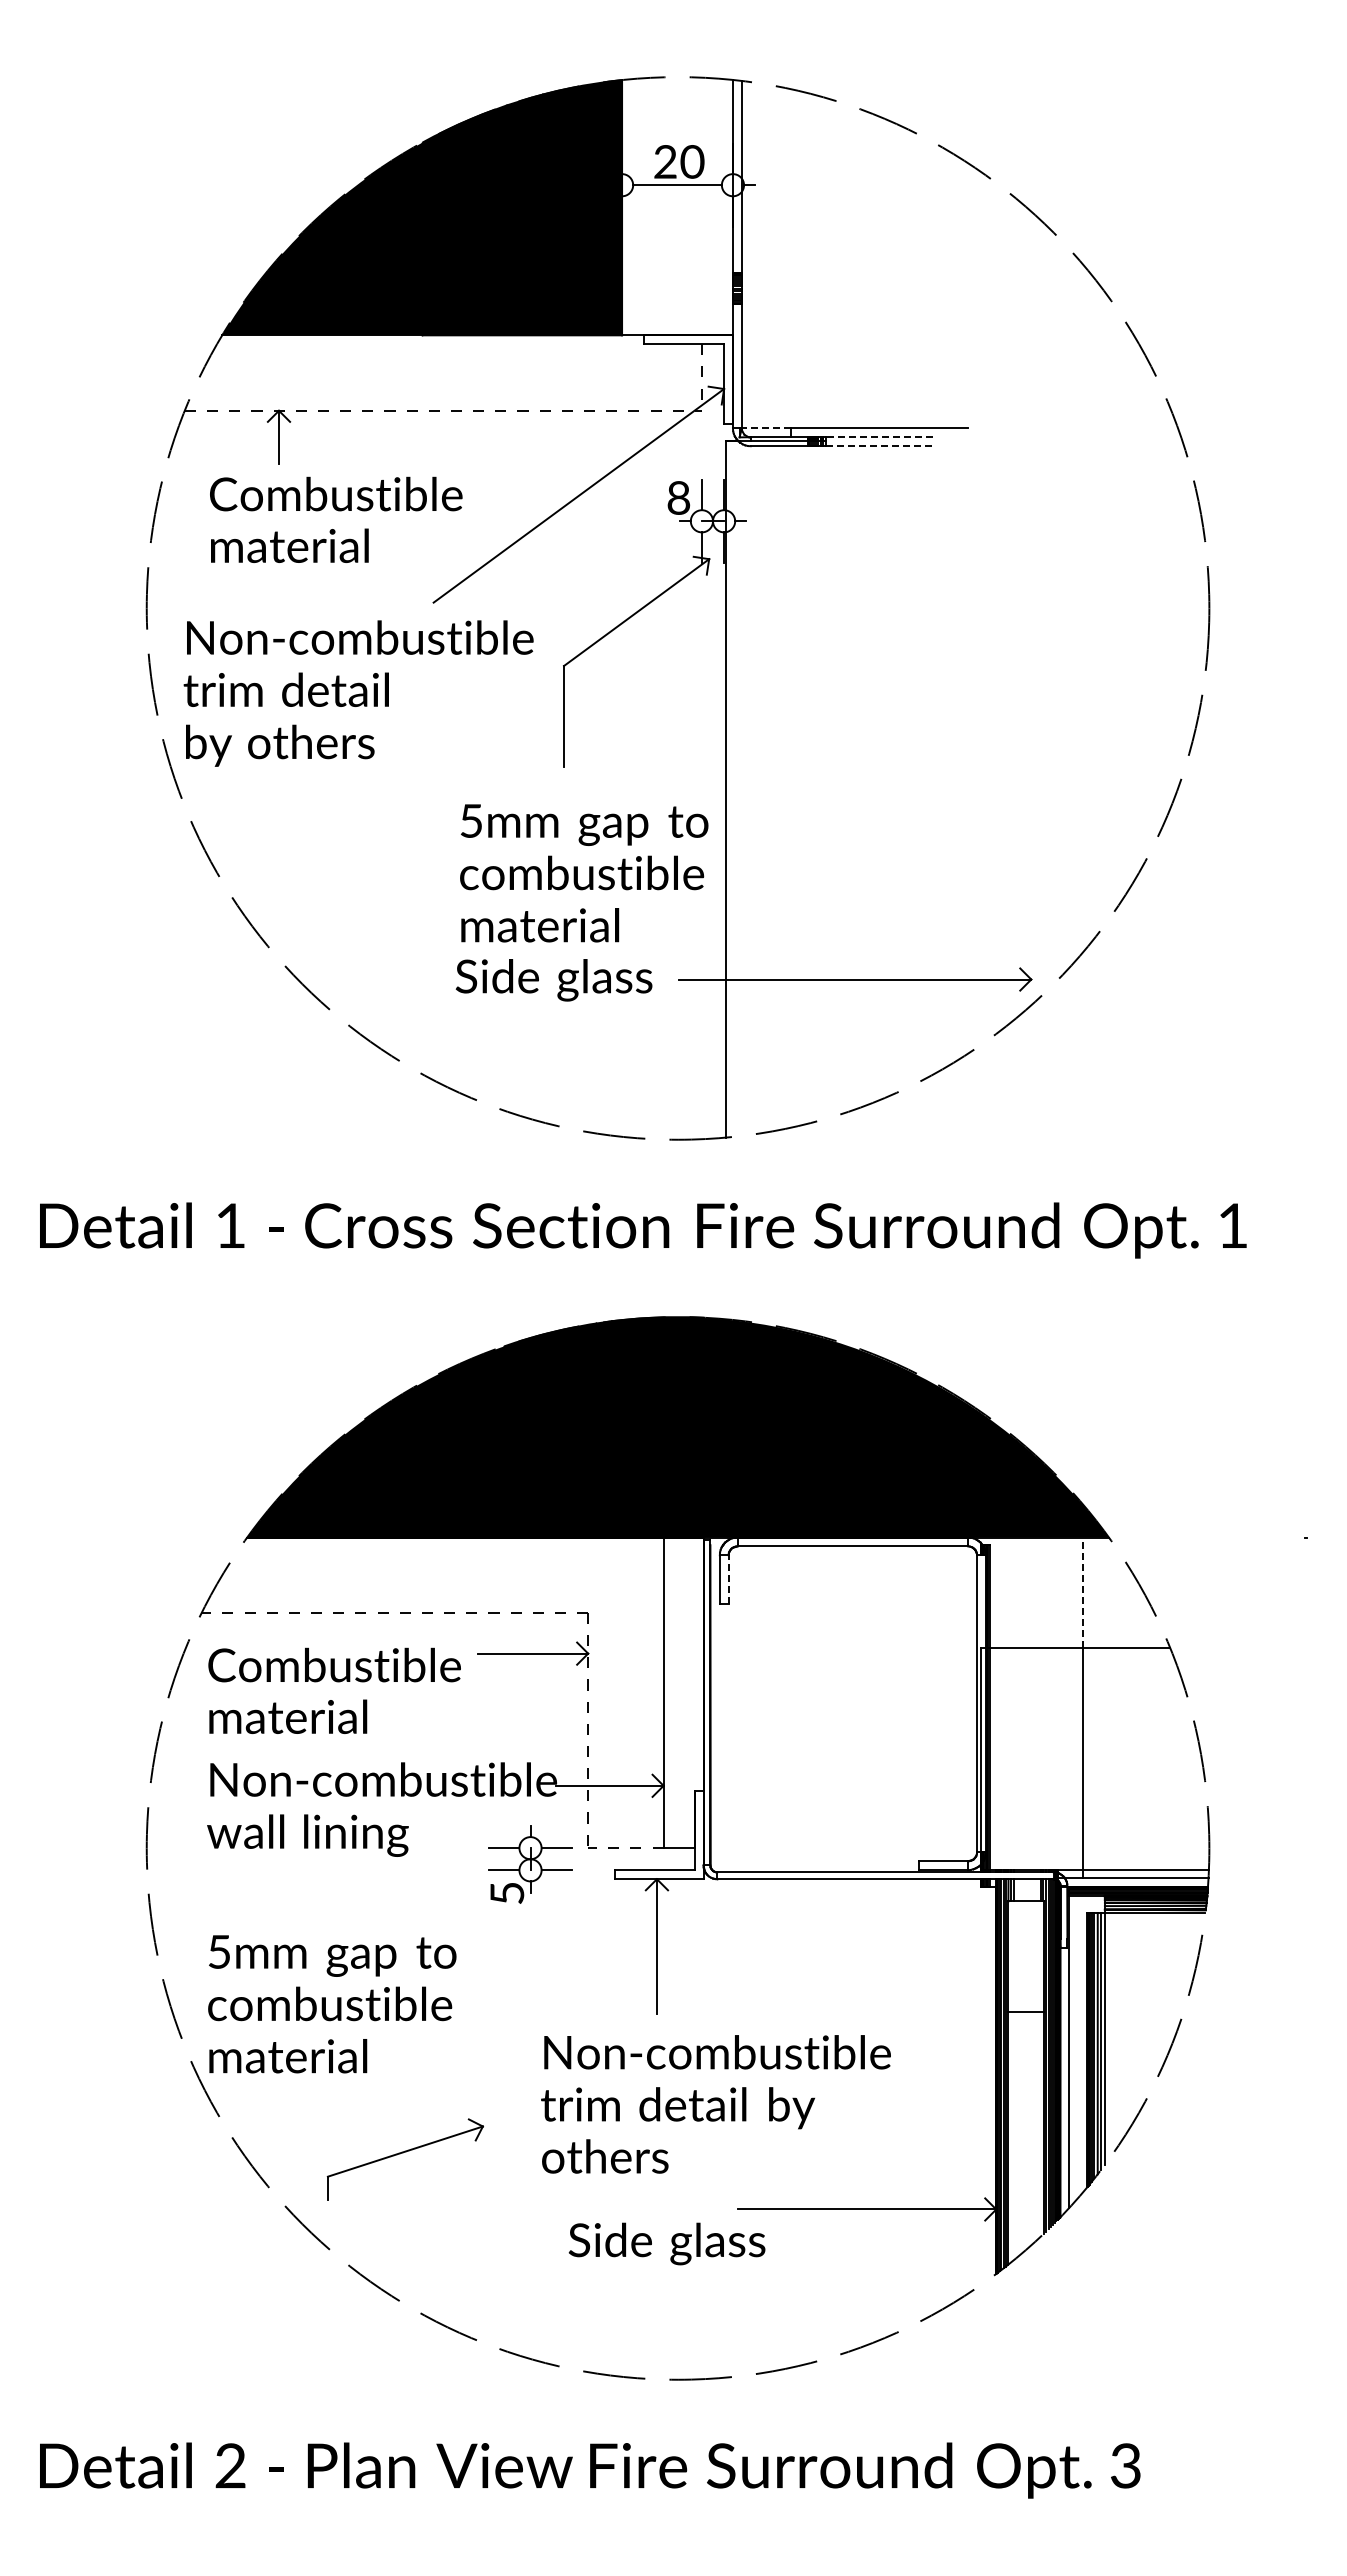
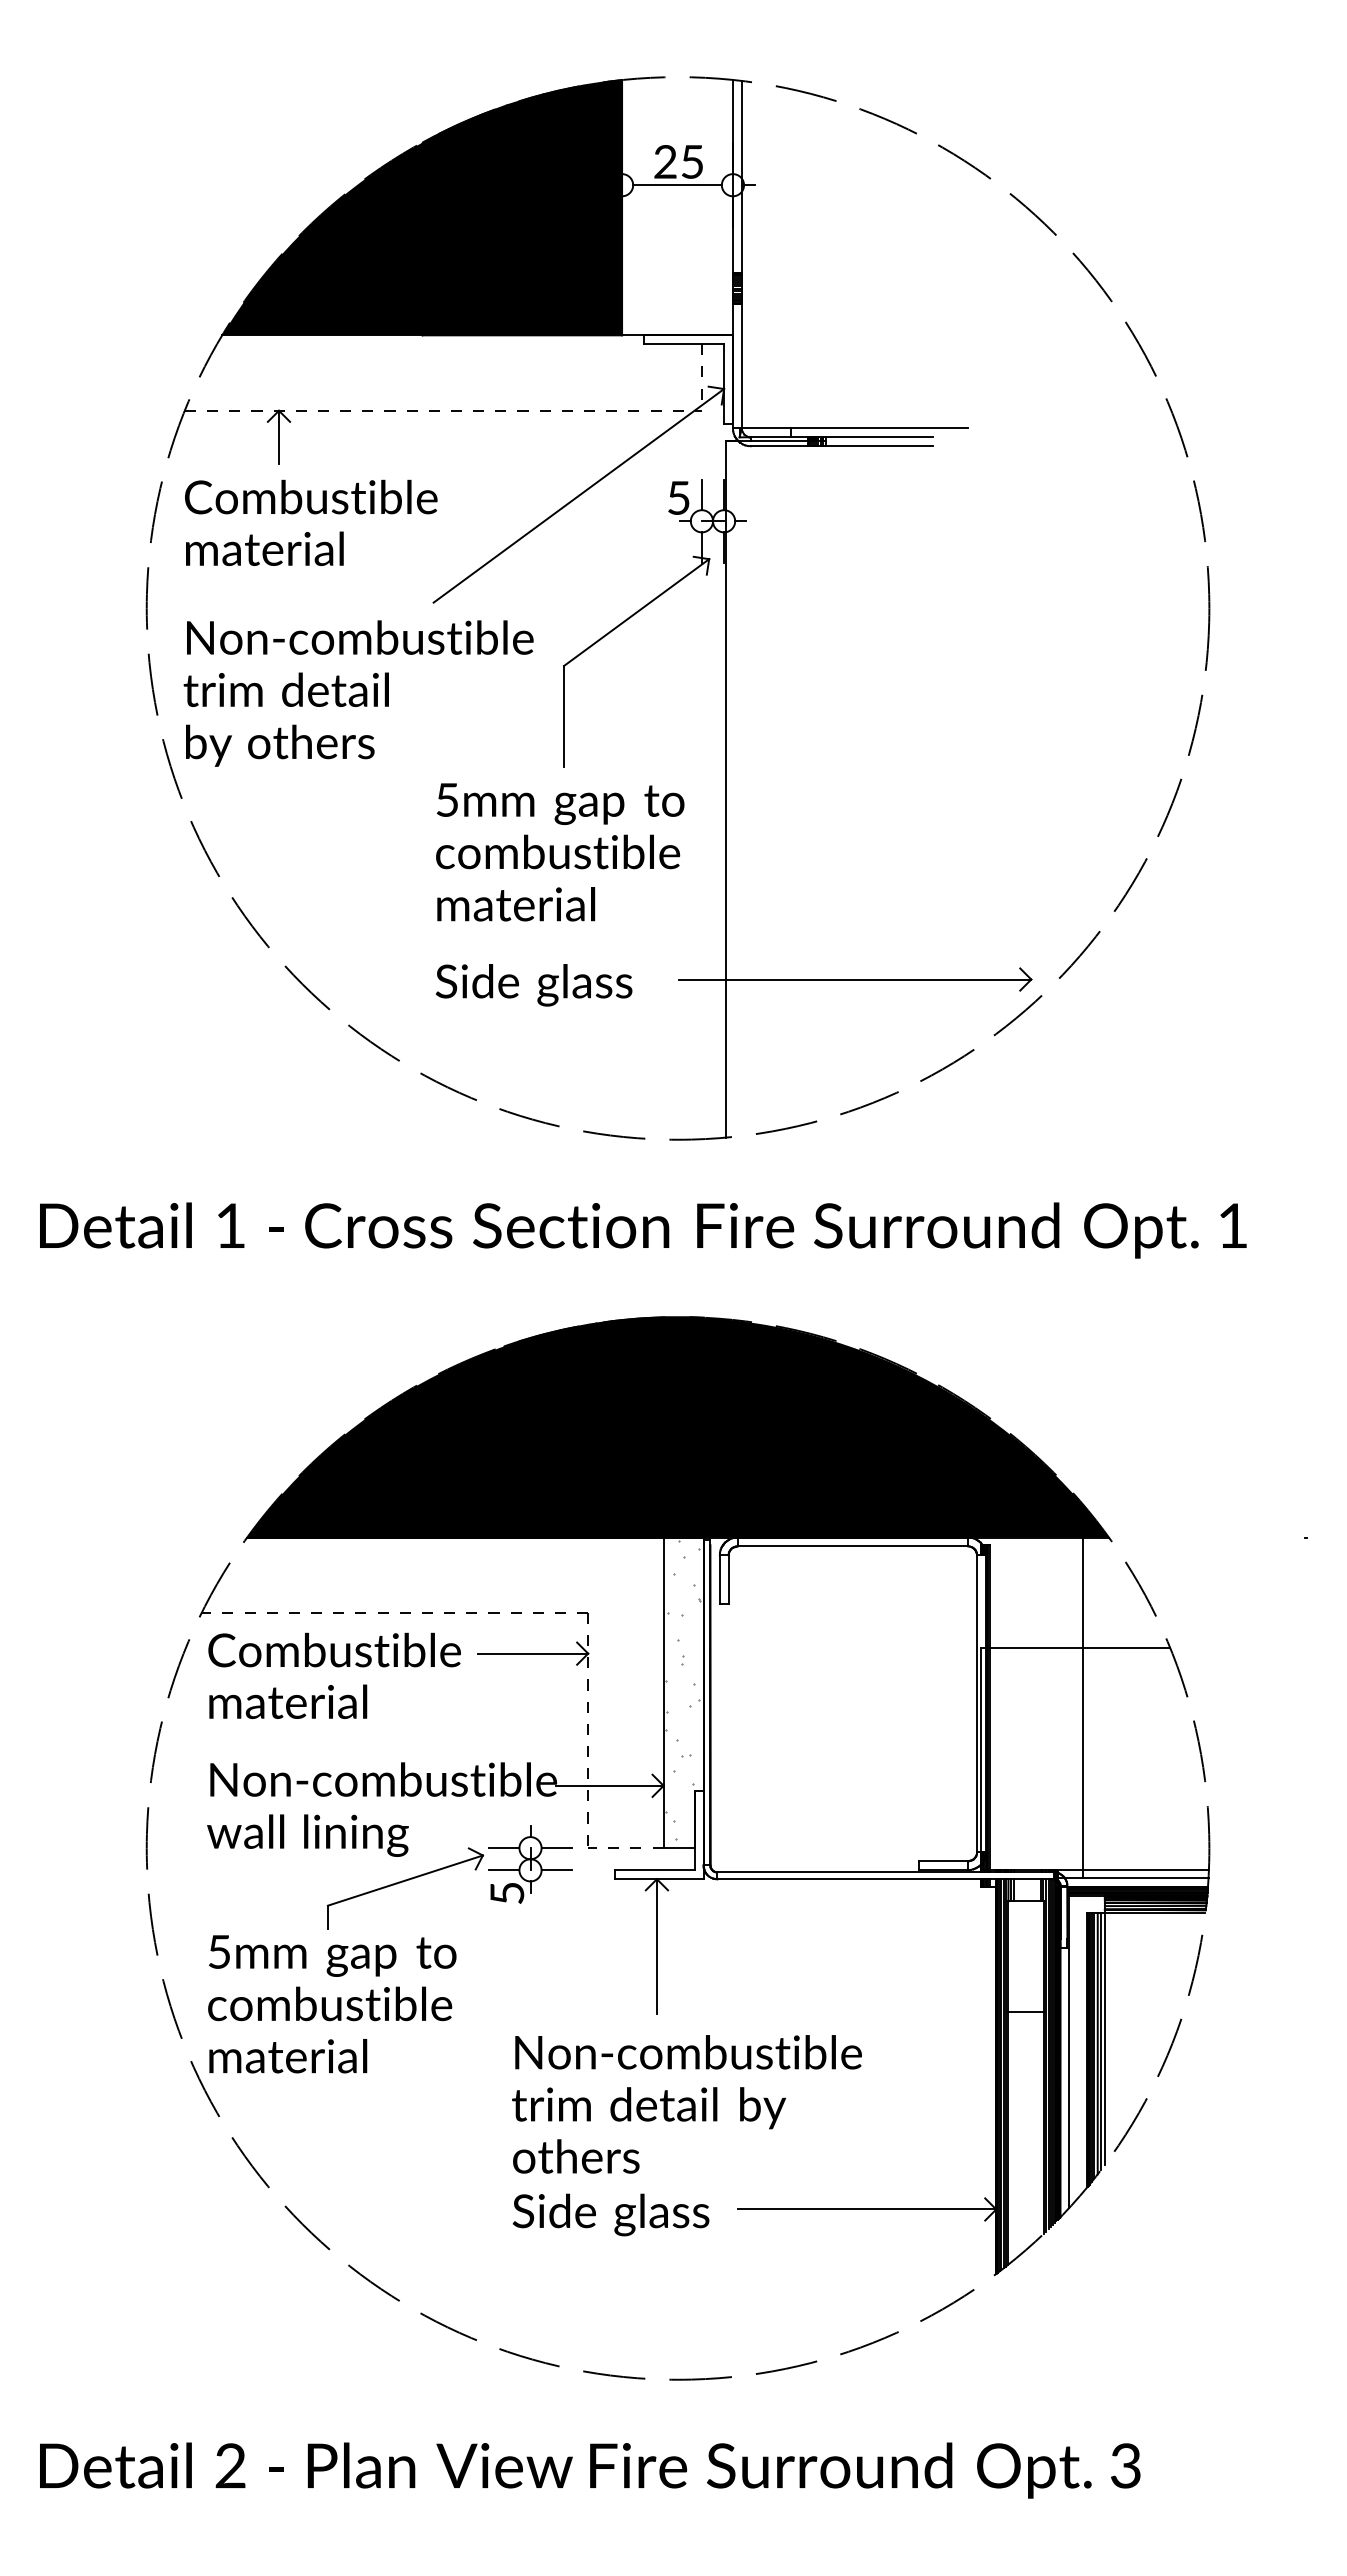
text at (692, 161): 20 -> 25
line at (765, 428): dashed -> solid
line at (878, 437): dashed -> solid
line at (879, 446): dashed -> solid
text at (678, 497): 8 -> 5
text at (336, 519) position: (336, 519) -> (311, 522)
text at (584, 873) position: (584, 873) -> (560, 852)
text at (553, 980) position: (553, 980) -> (533, 985)
line at (728, 1579): dashed -> solid
line at (1082, 1592): dashed -> solid
hatch at (682, 1689): none -> present
text at (334, 1690) position: (334, 1690) -> (334, 1675)
text at (715, 2104) position: (715, 2104) -> (686, 2104)
part at (403, 2153) position: (403, 2153) -> (403, 1882)
text at (666, 2243) position: (666, 2243) -> (610, 2214)
